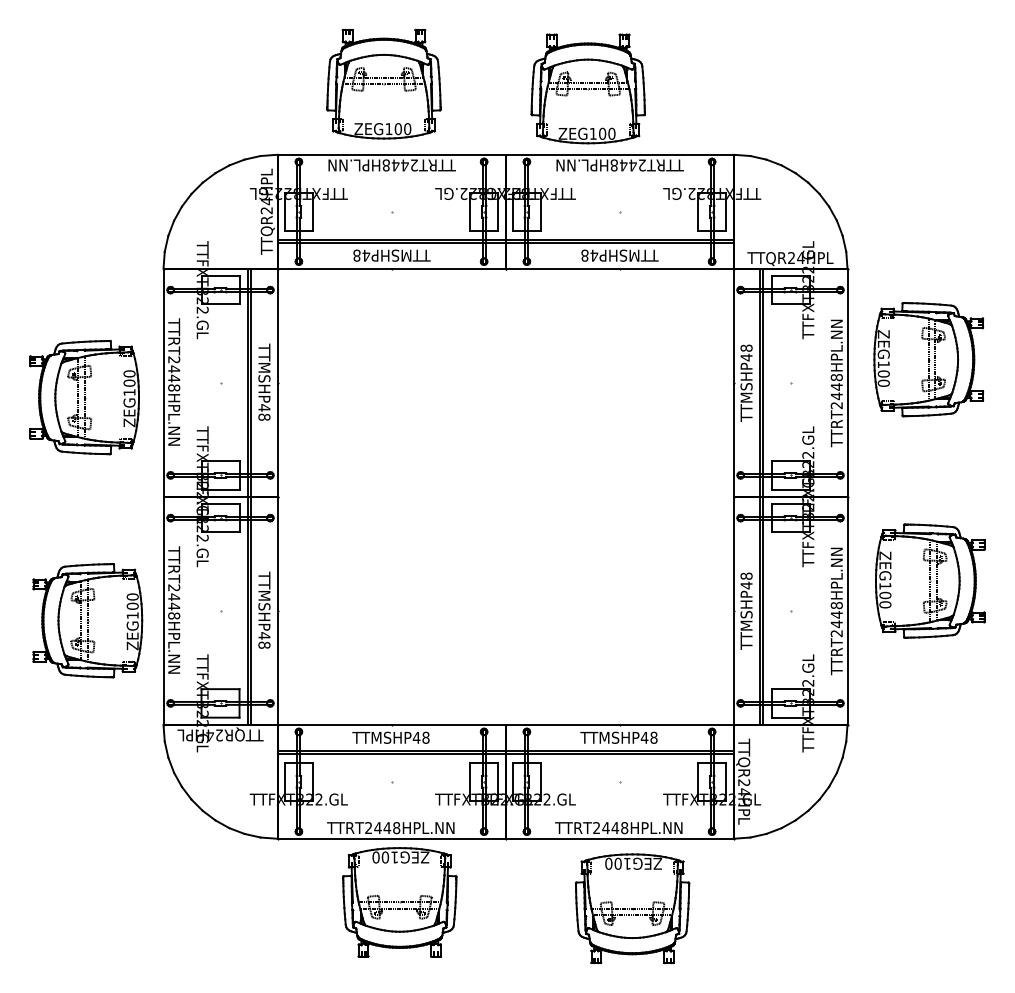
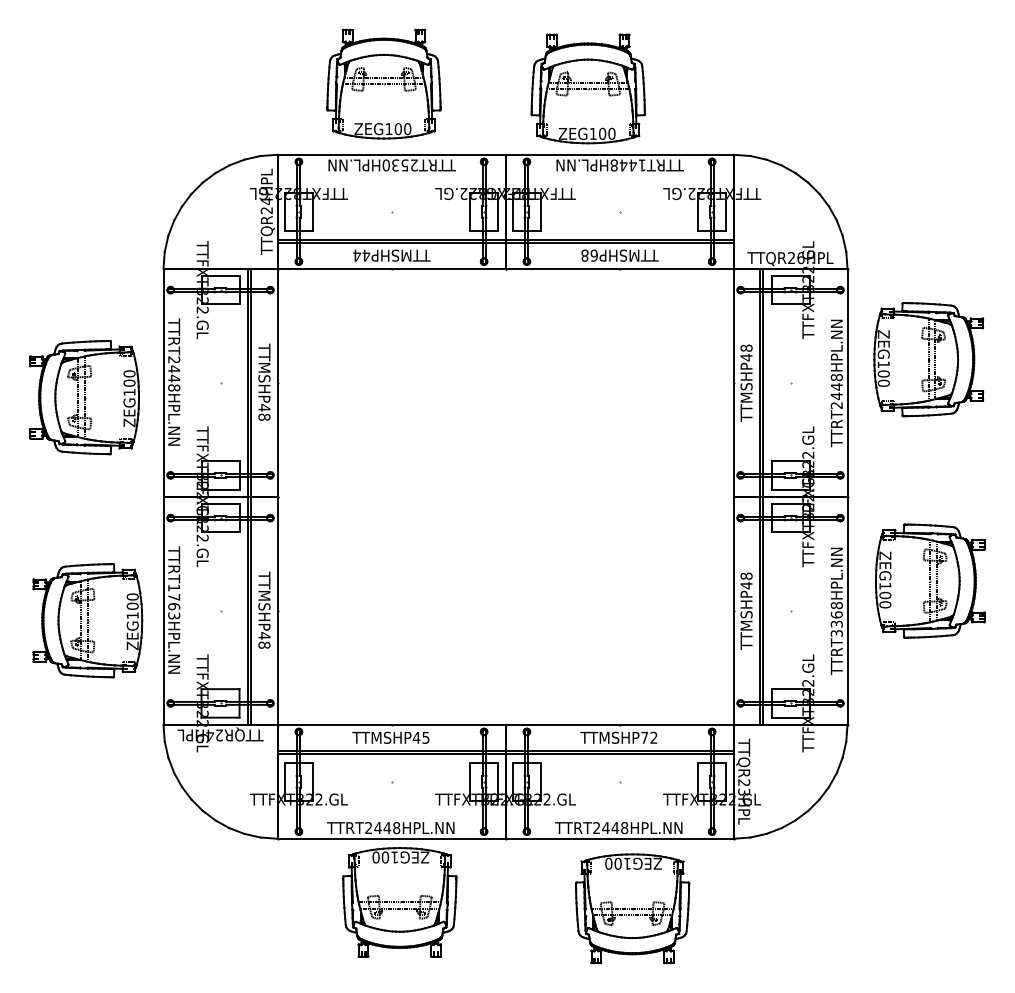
text at (395, 165): TTRT2448HPL.NN -> TTRT2530HPL.NN
text at (642, 165): TTRT2448HPL.NN -> TTRT1448HPL.NN
text at (356, 255): TTMSHP48 -> TTMSHP44
text at (594, 255): TTMSHP48 -> TTMSHP68
text at (800, 258): TTQR24HPL -> TTQR26HPL
text at (174, 601): TTRT2448HPL.NN -> TTRT1763HPL.NN
text at (836, 623): TTRT2448HPL.NN -> TTRT3368HPL.NN
text at (425, 737): TTMSHP48 -> TTMSHP45
text at (648, 737): TTMSHP48 -> TTMSHP72
text at (744, 791): TTQR24HPL -> TTQR23HPL
